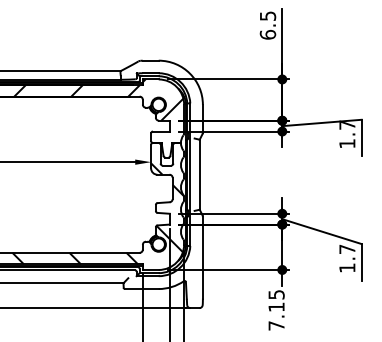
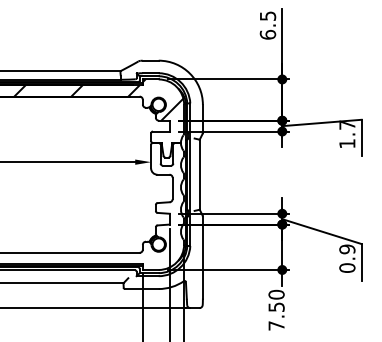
hatch at (98, 216): present -> none
text at (347, 258): 1.7 -> 0.9
text at (276, 300): 7.15 -> 7.50
